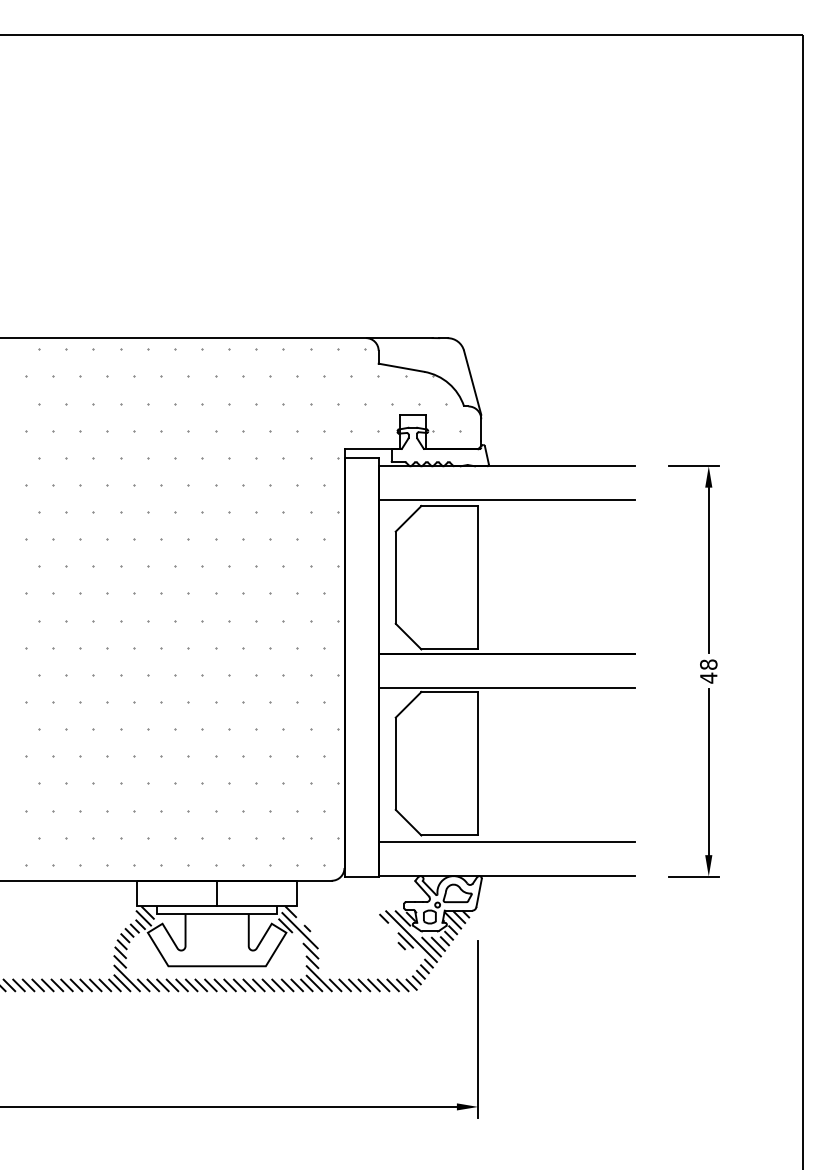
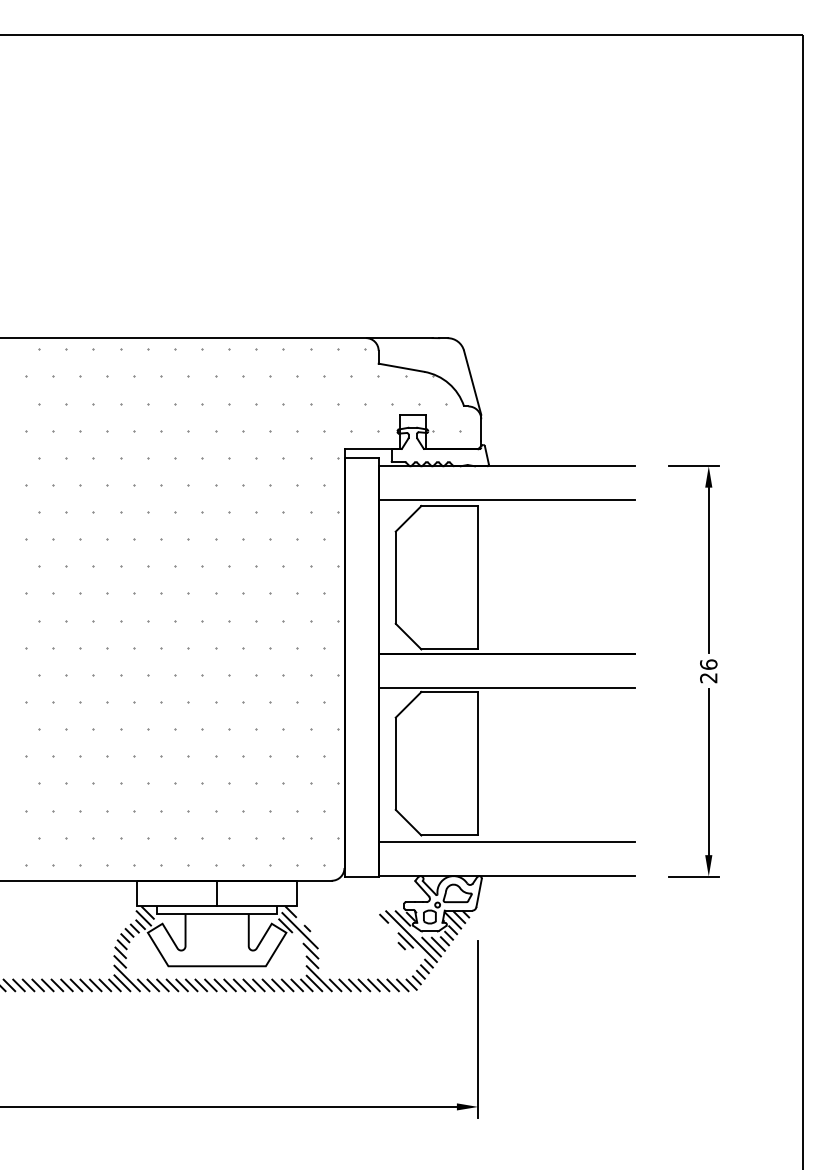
text at (708, 671): 48 -> 26
